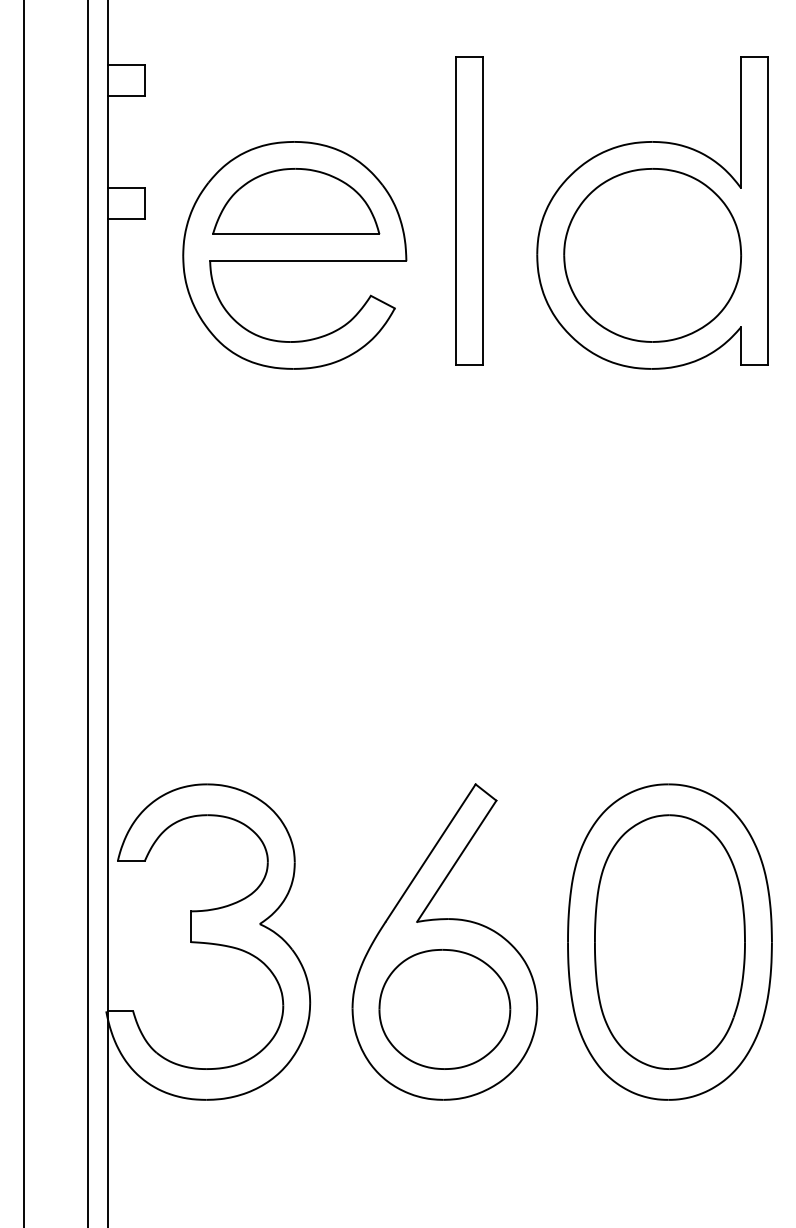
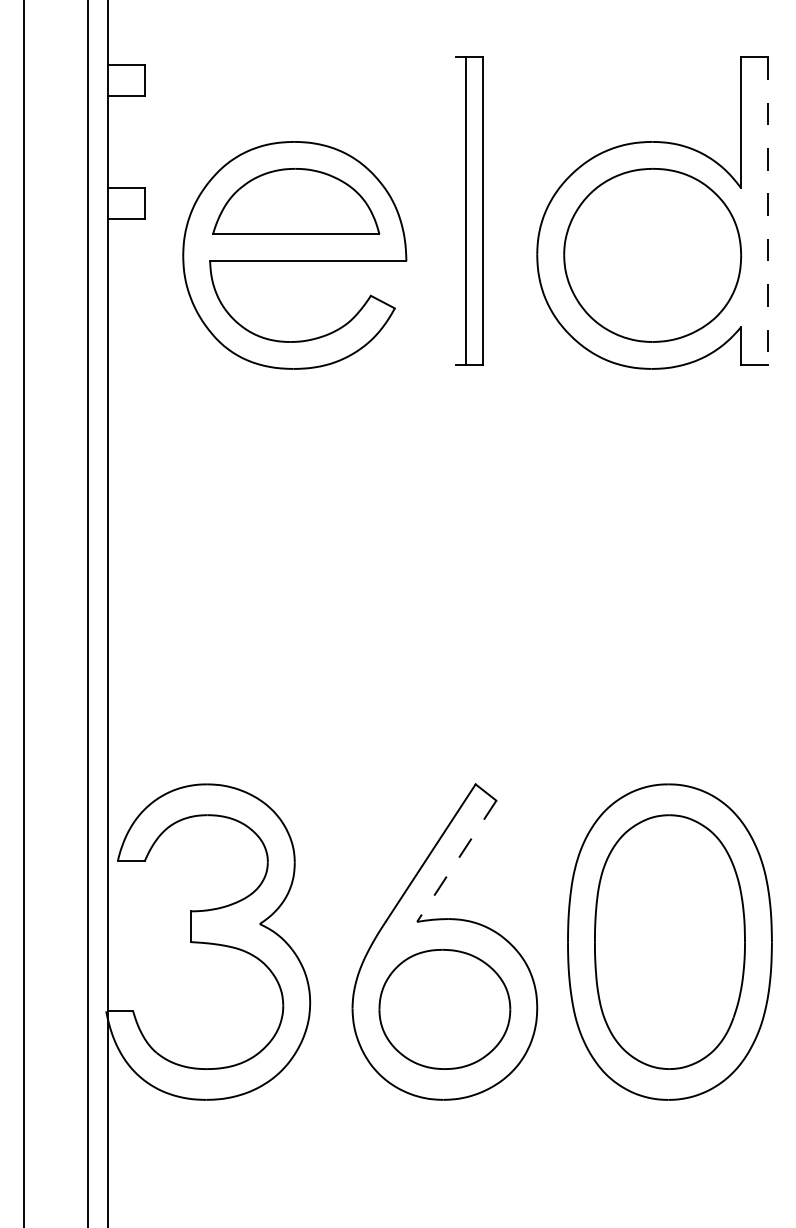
line at (456, 211) position: (456, 211) -> (466, 211)
line at (768, 211): solid -> dashed
line at (456, 861): solid -> dashed
